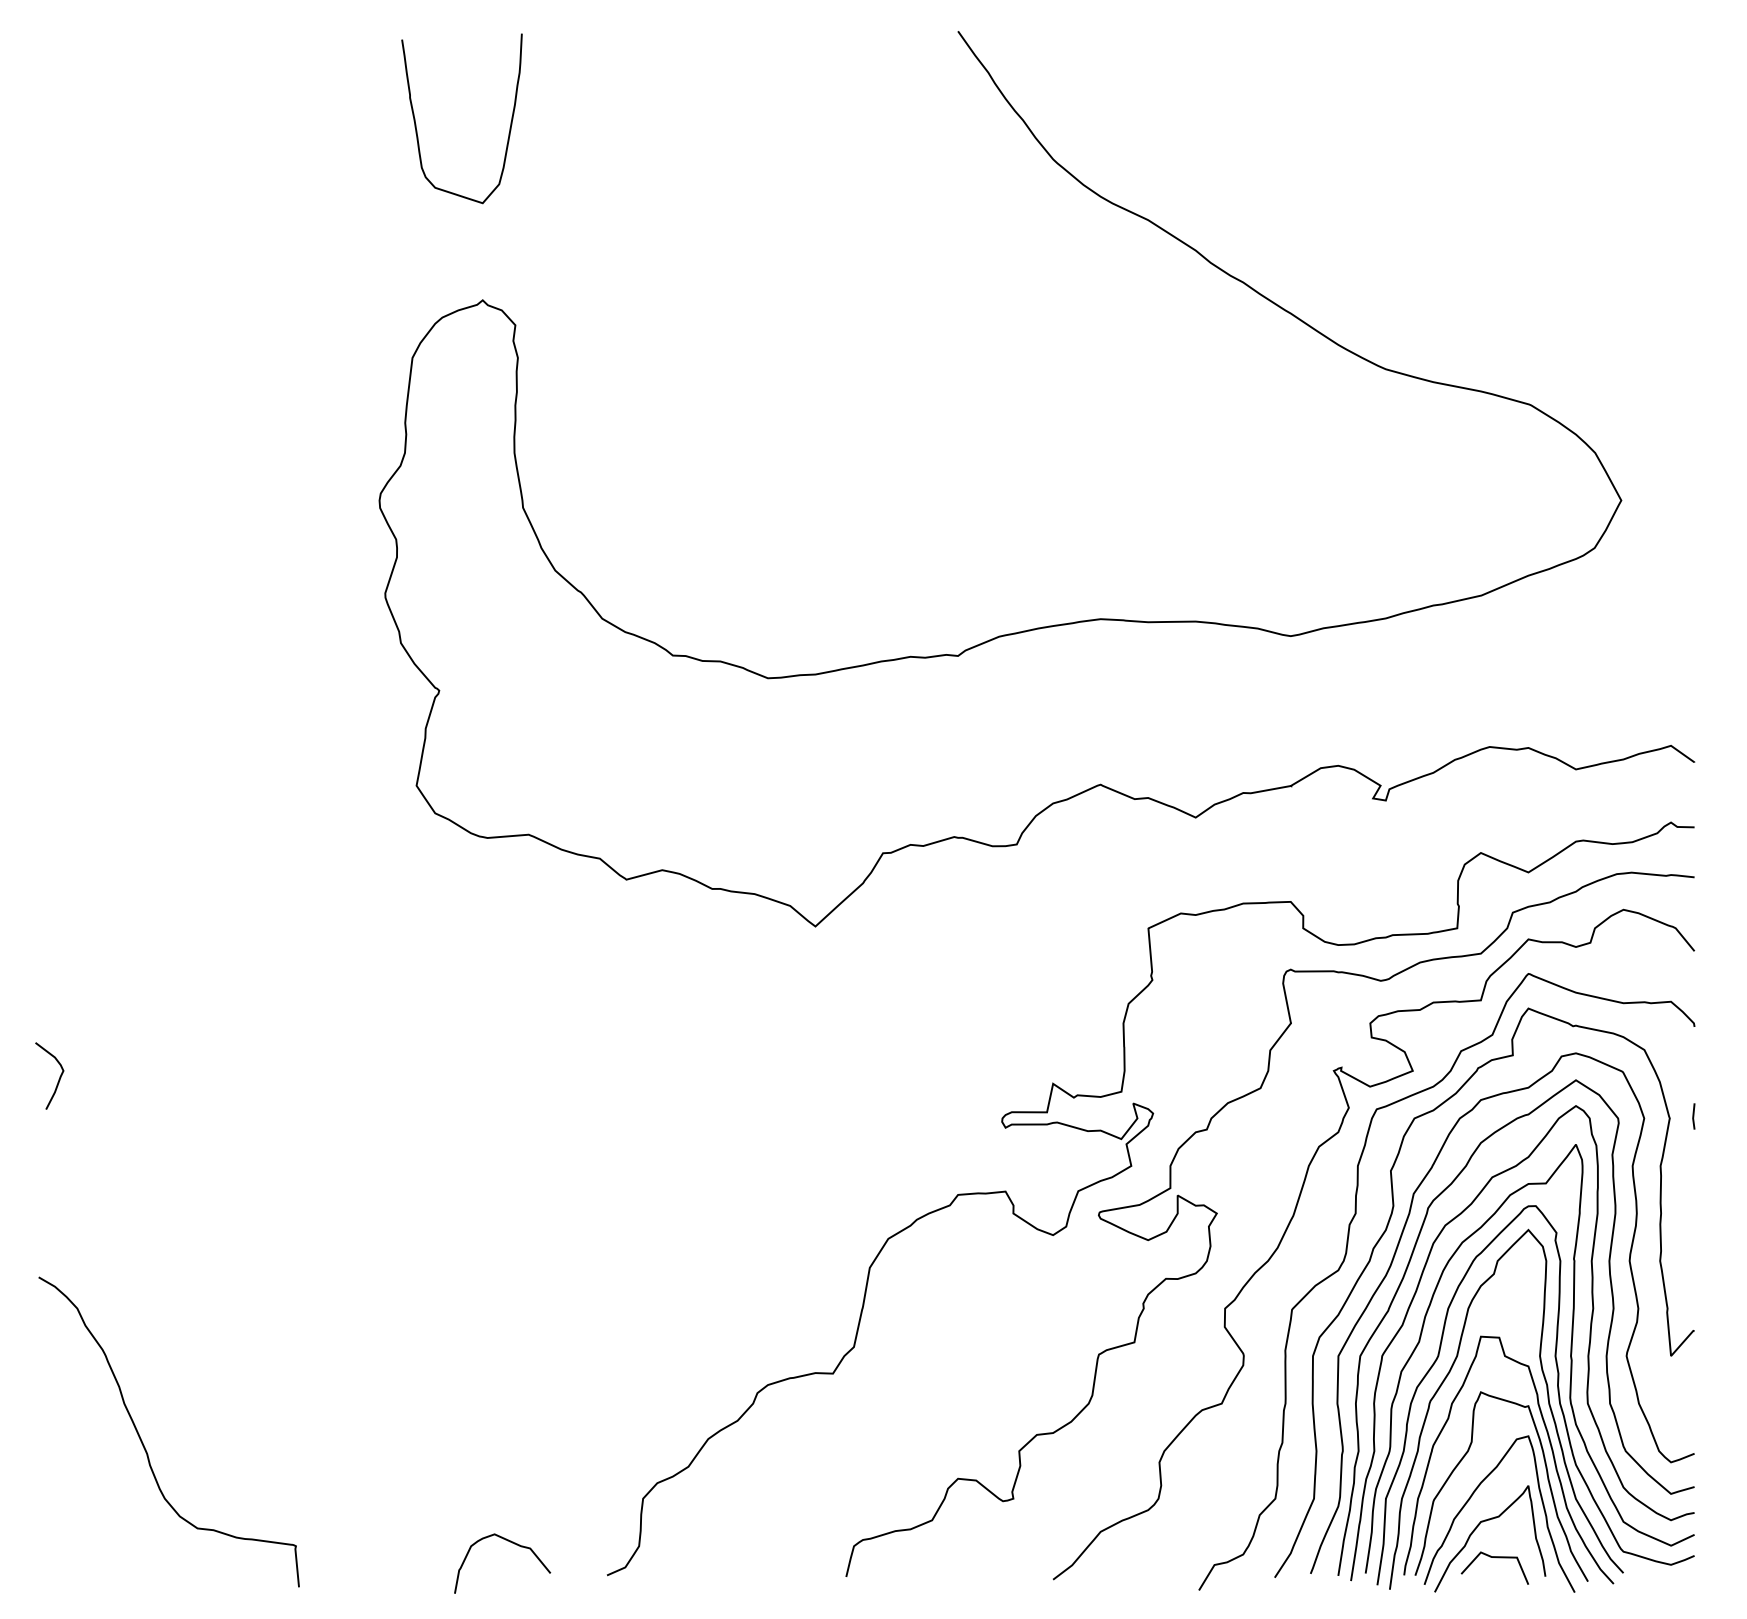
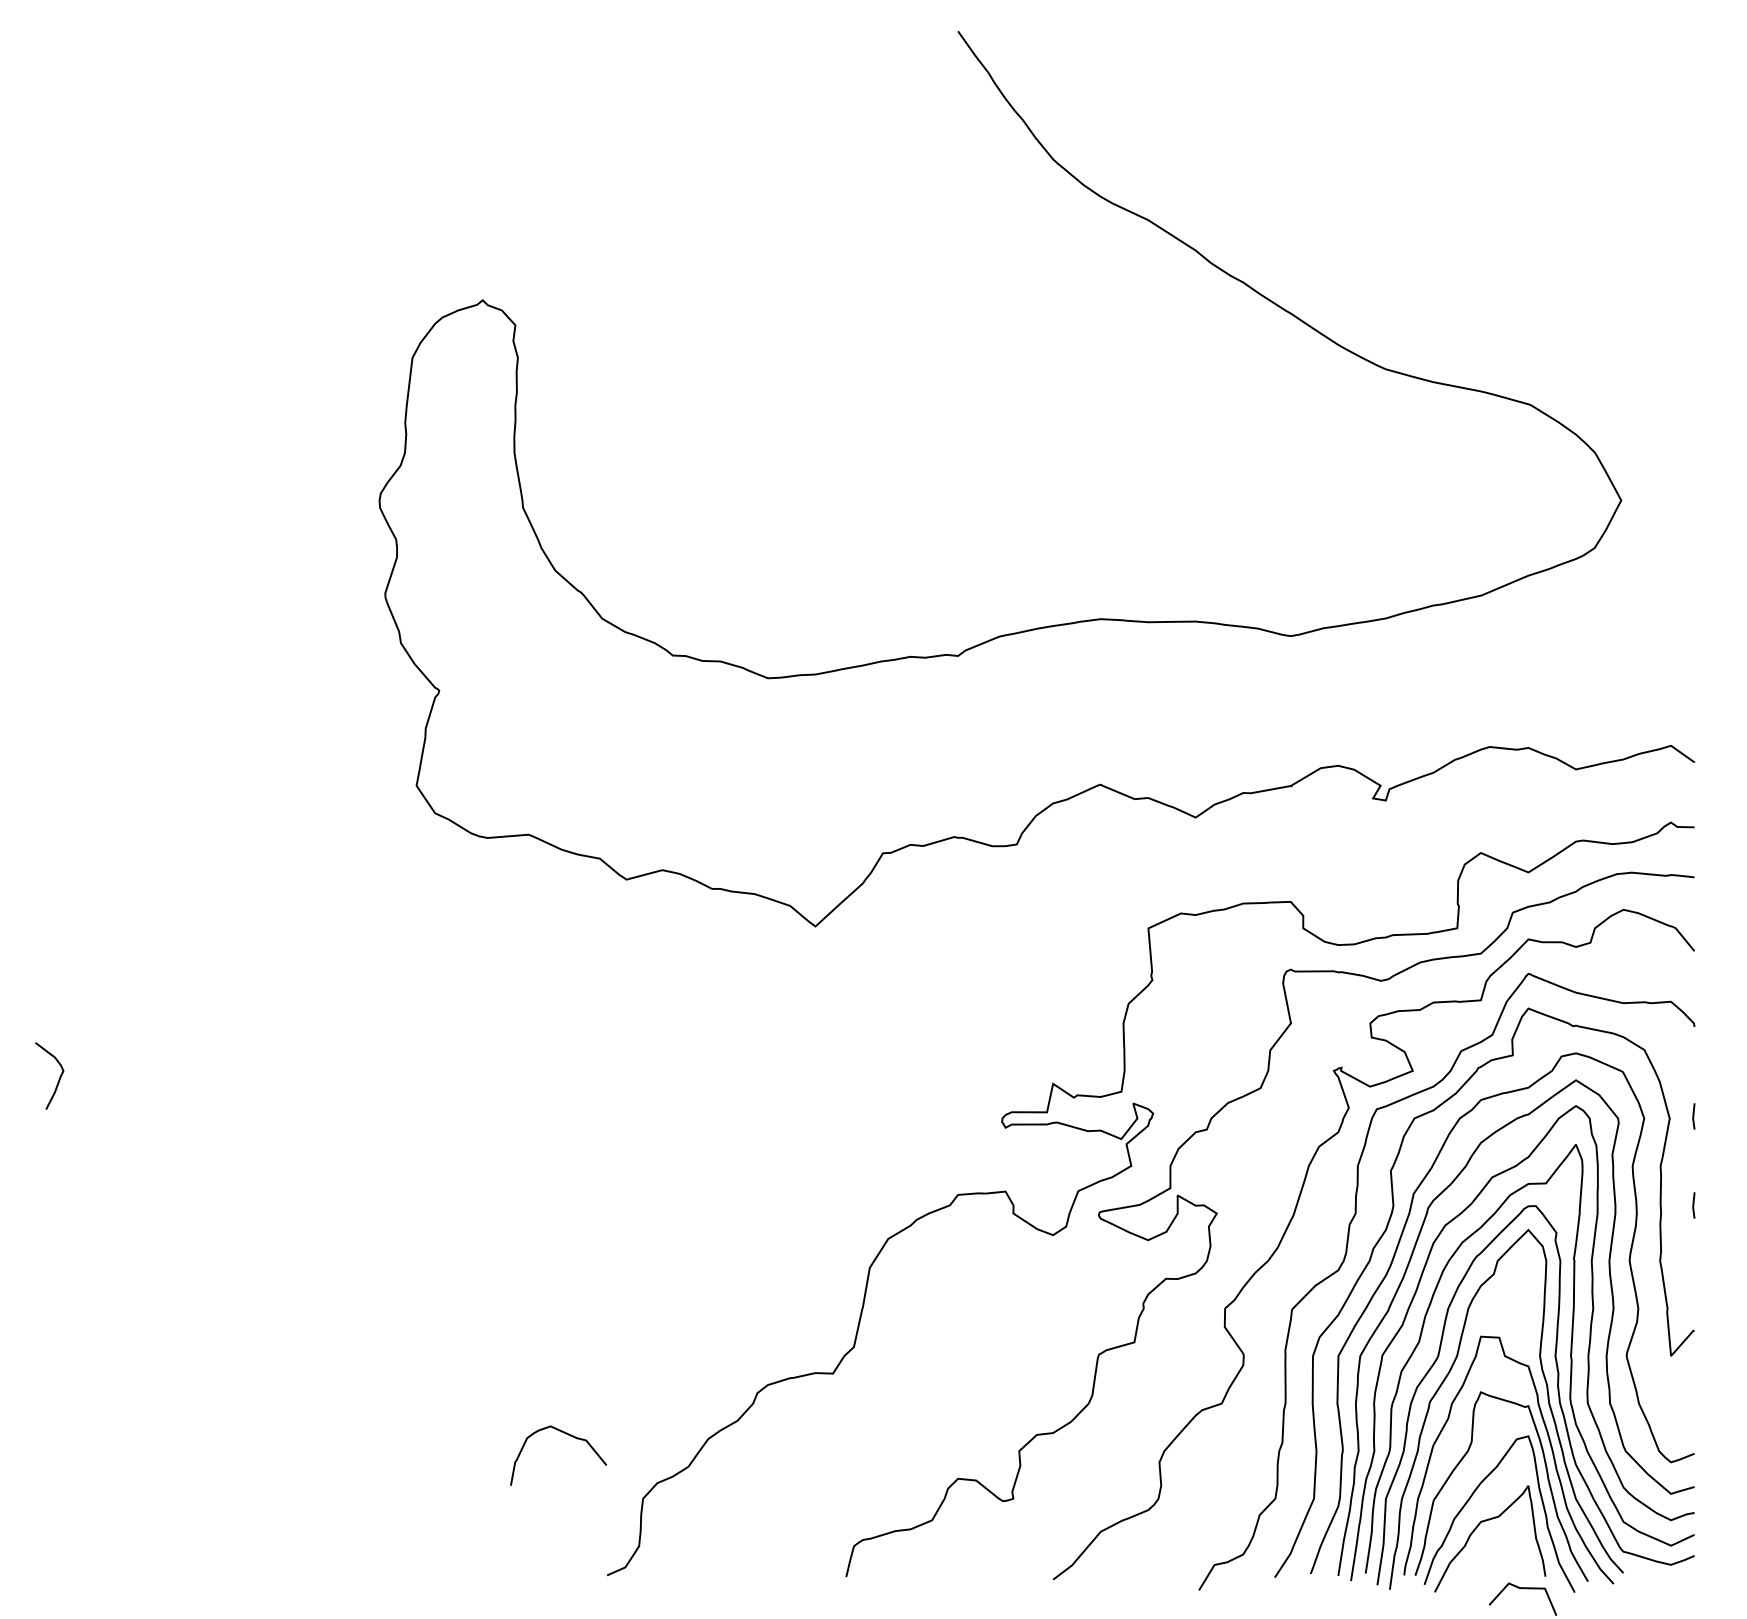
curve at (416, 124): present -> none
line at (1693, 1205): none -> present
curve at (143, 1442): present -> none
curve at (512, 1543) position: (512, 1543) -> (568, 1435)
line at (1496, 1558) position: (1496, 1558) -> (1524, 1589)
